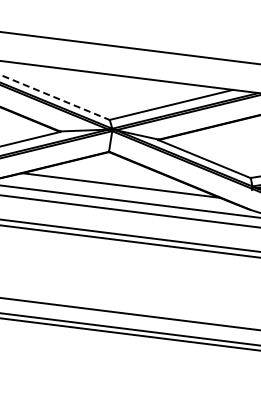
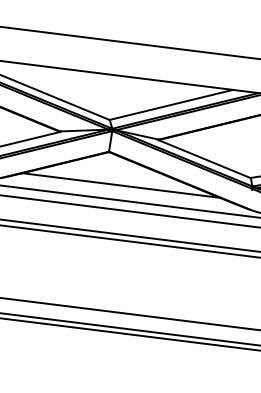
line at (129, 47) position: (129, 47) -> (129, 42)
line at (55, 97): dashed -> solid
